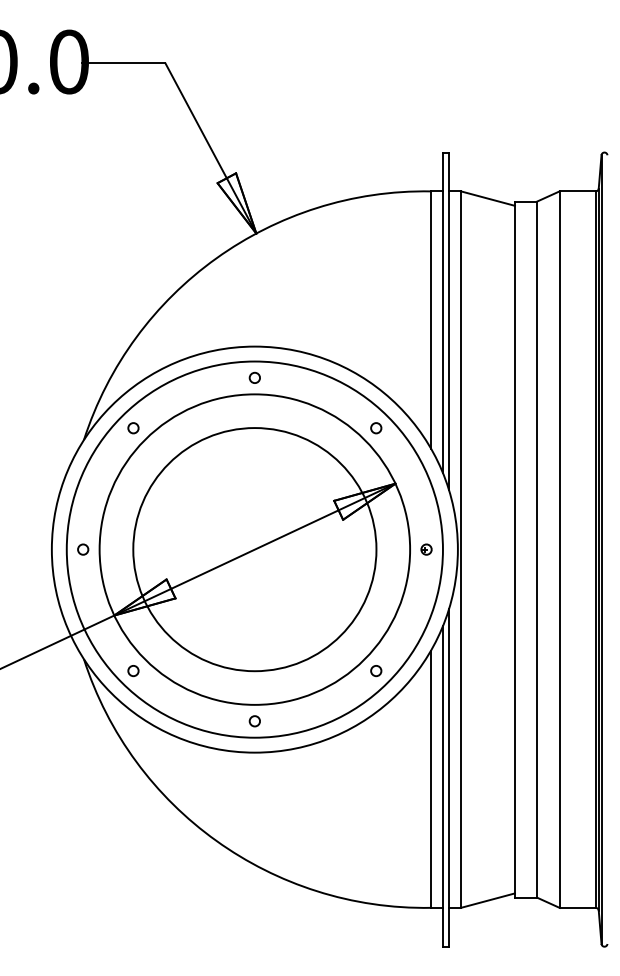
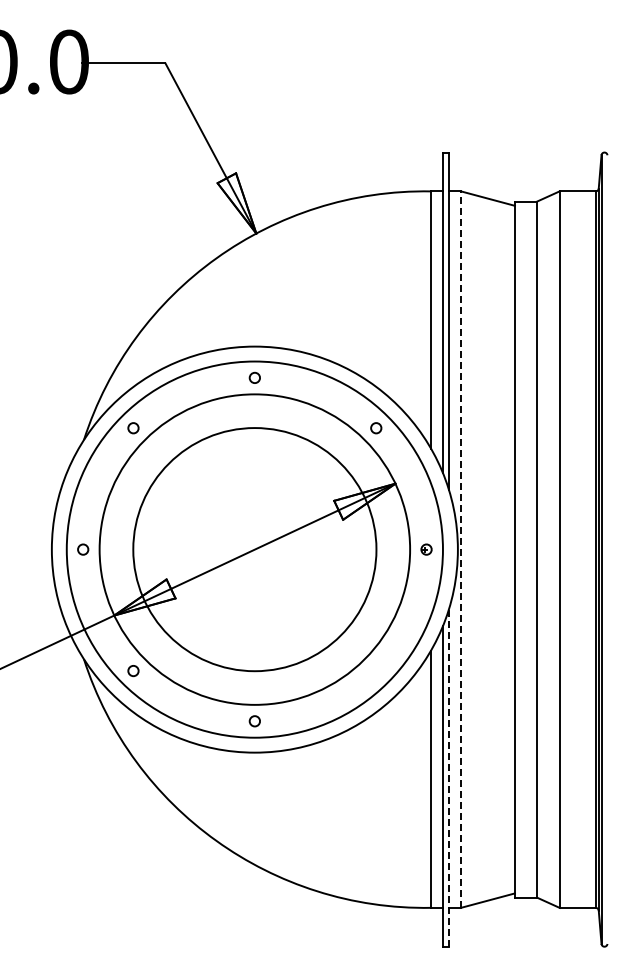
line at (460, 549): solid -> dashed
circle at (376, 671): present -> none
line at (448, 777): solid -> dashed
